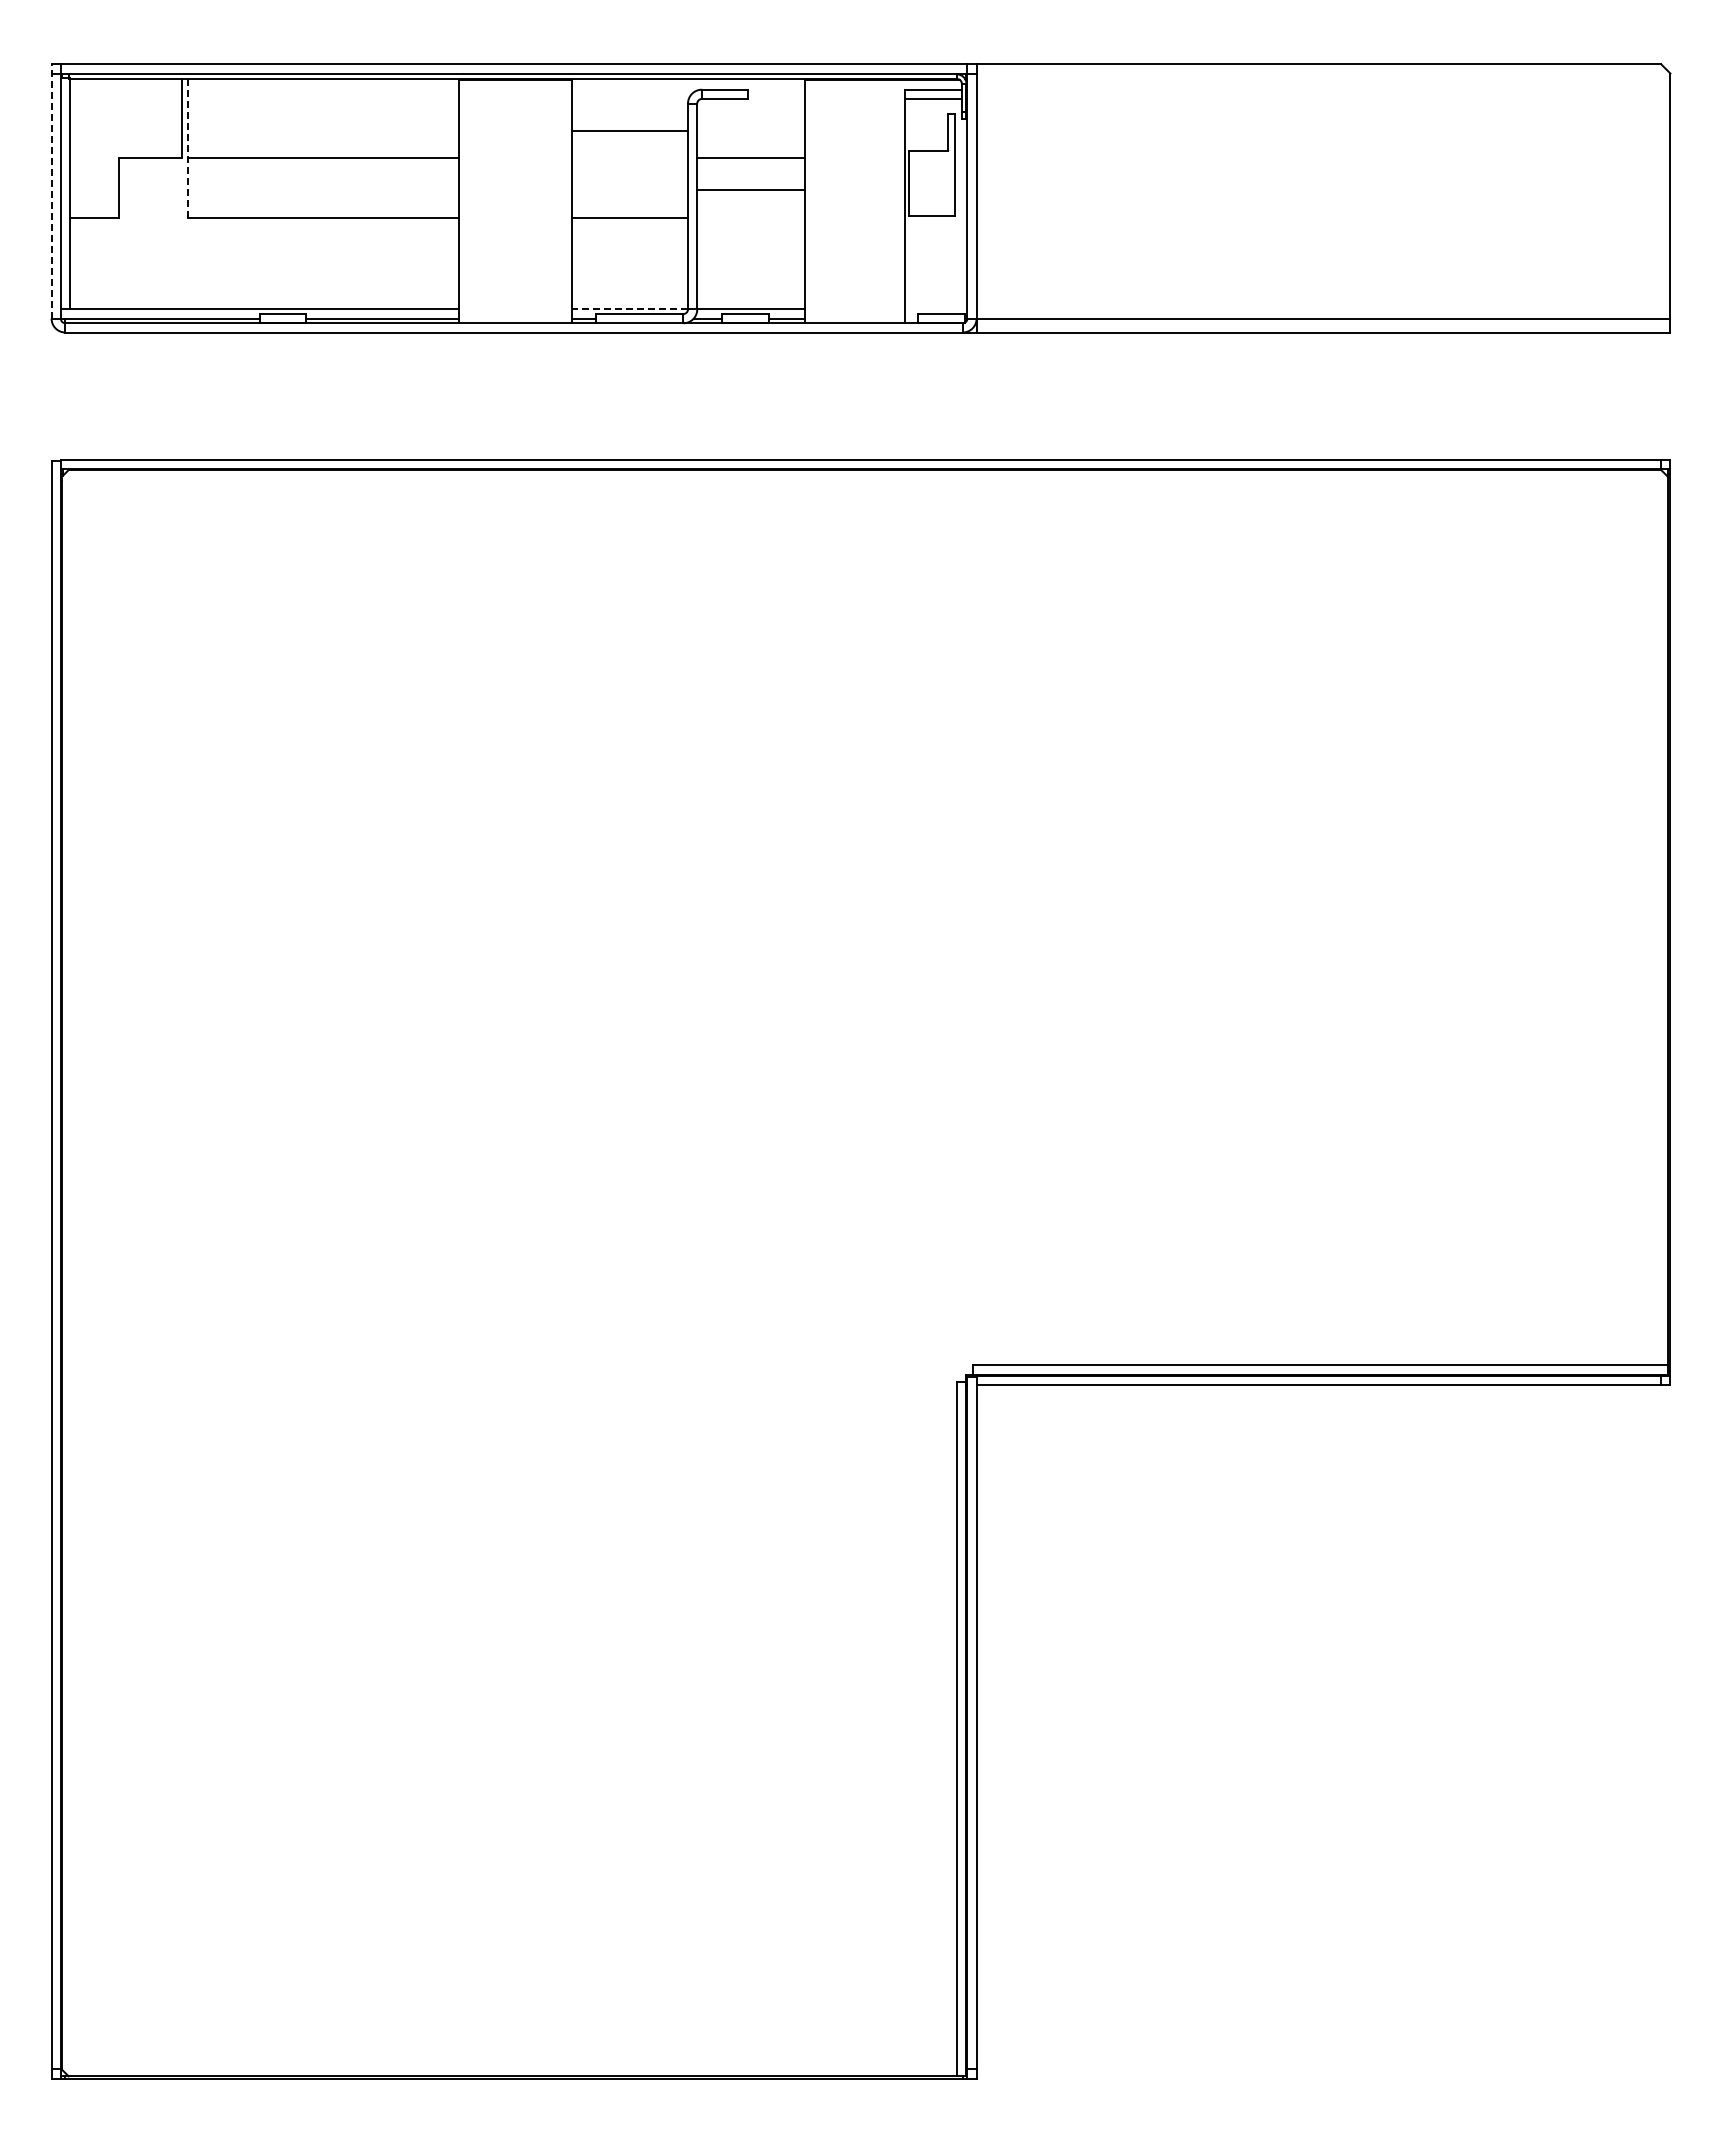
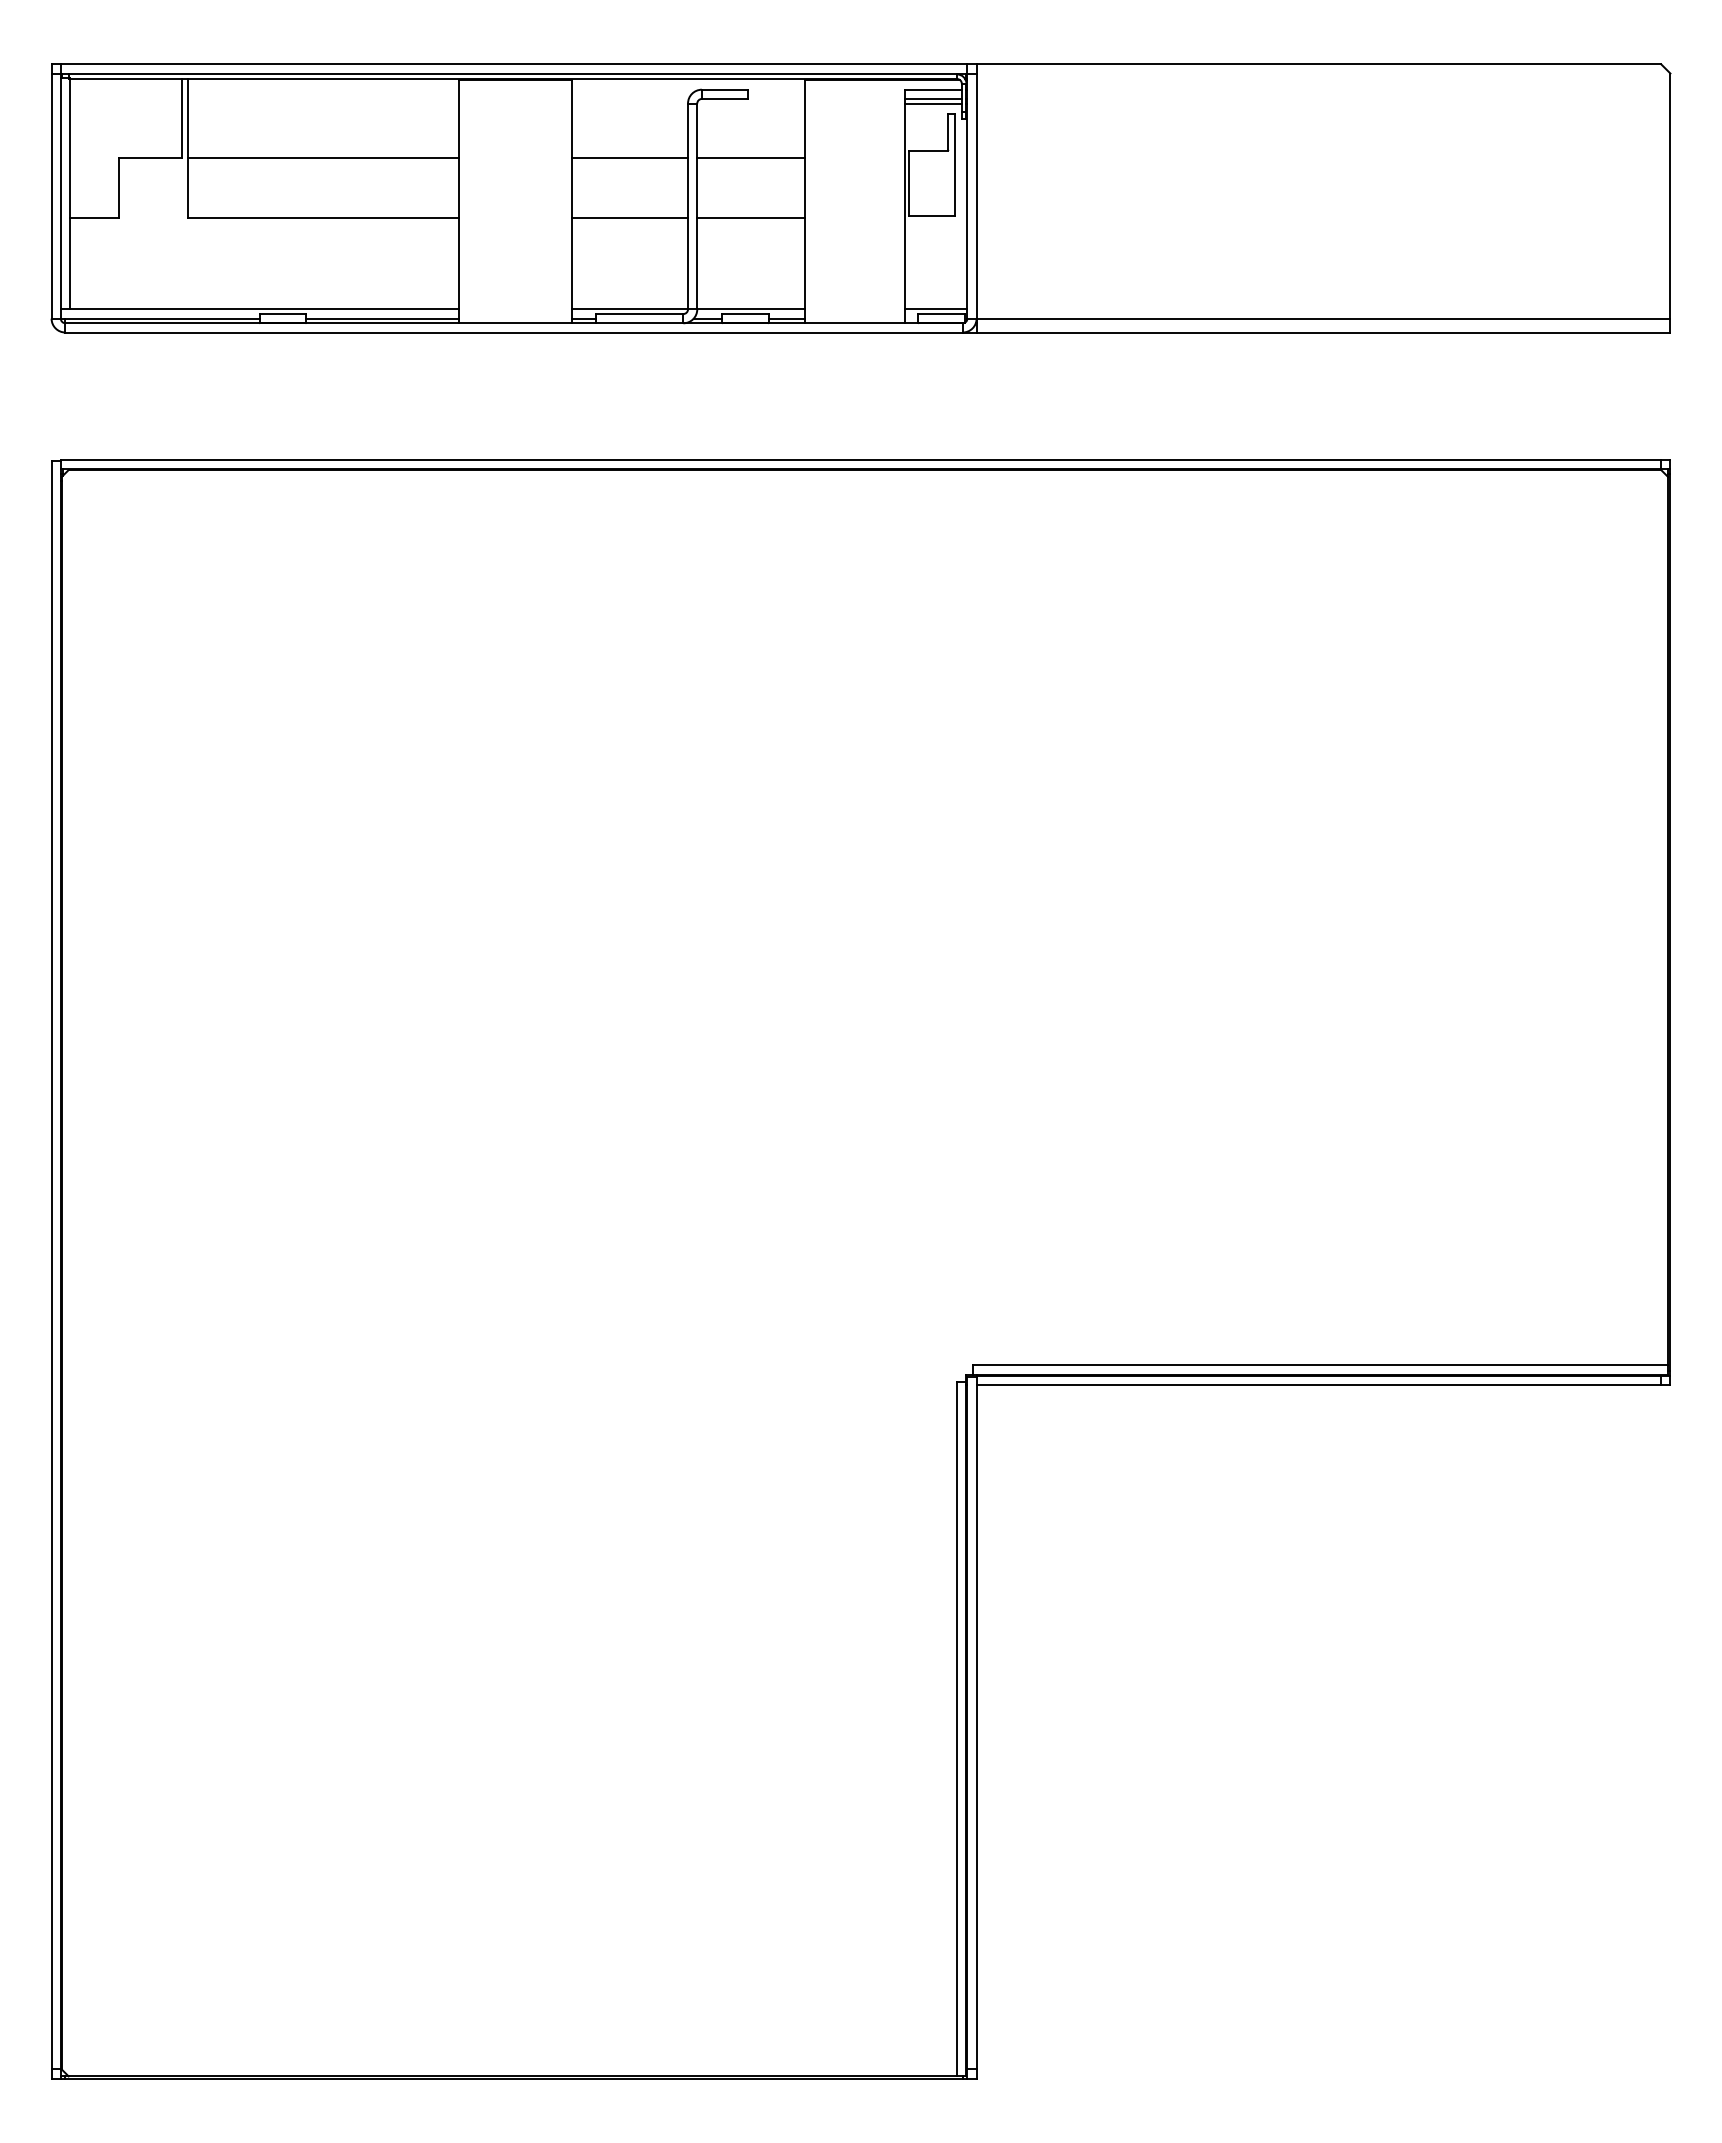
line at (932, 103): none -> present
line at (630, 130) position: (630, 130) -> (630, 157)
line at (188, 147): dashed -> solid
line at (751, 189) position: (751, 189) -> (751, 217)
line at (51, 190): dashed -> solid
line at (630, 309): dashed -> solid
line at (935, 309): none -> present
